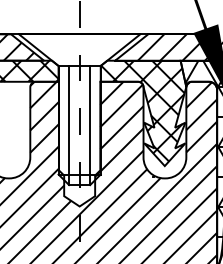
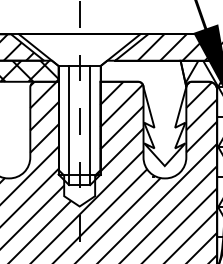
hatch at (142, 110): present -> none
